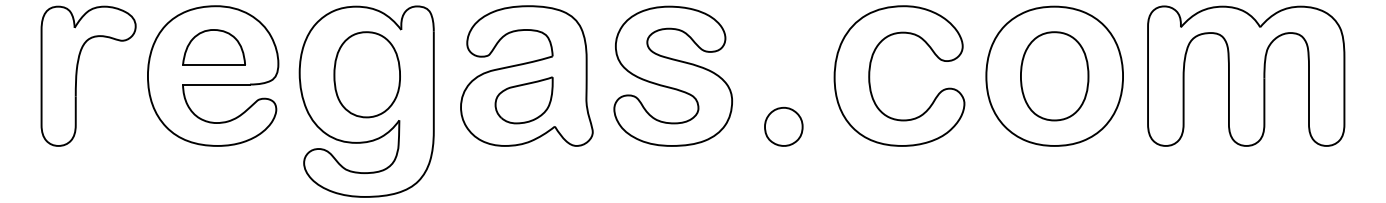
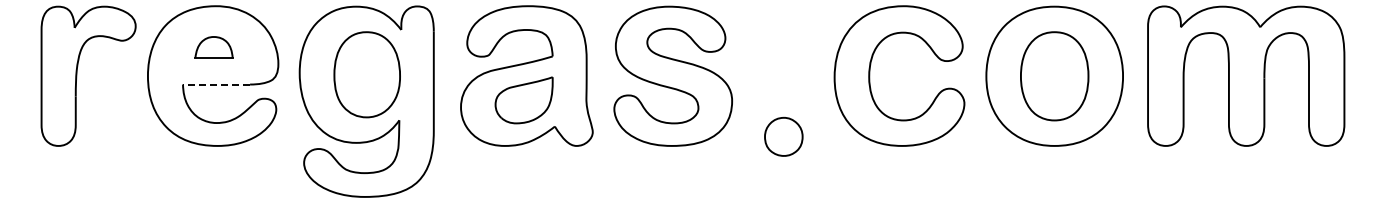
part at (213, 47) size: 64x37 px -> 40x23 px
line at (216, 84): solid -> dashed
part at (783, 126) position: (783, 126) -> (783, 136)
